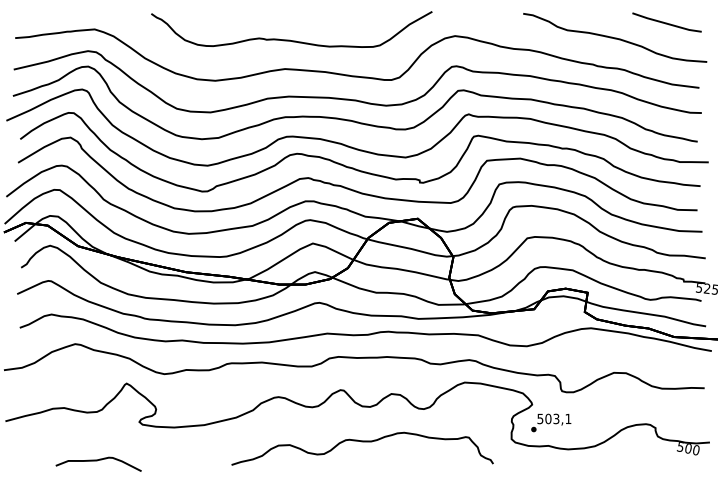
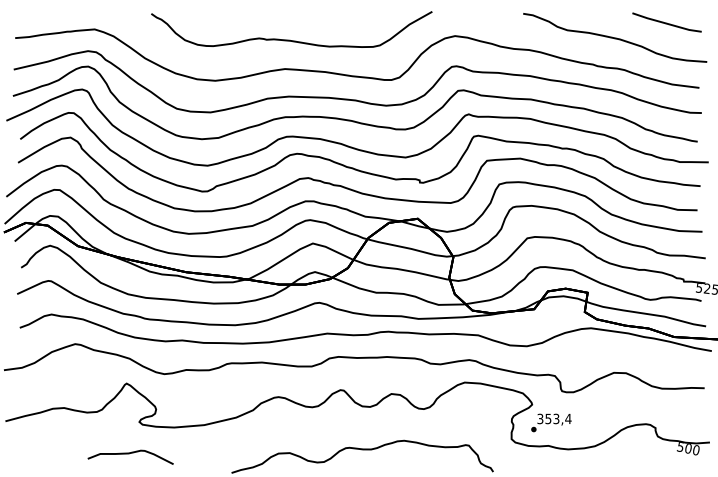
text at (554, 418): 503,1 -> 353,4
curve at (362, 442) position: (362, 442) -> (362, 450)
curve at (97, 461) position: (97, 461) -> (129, 454)
